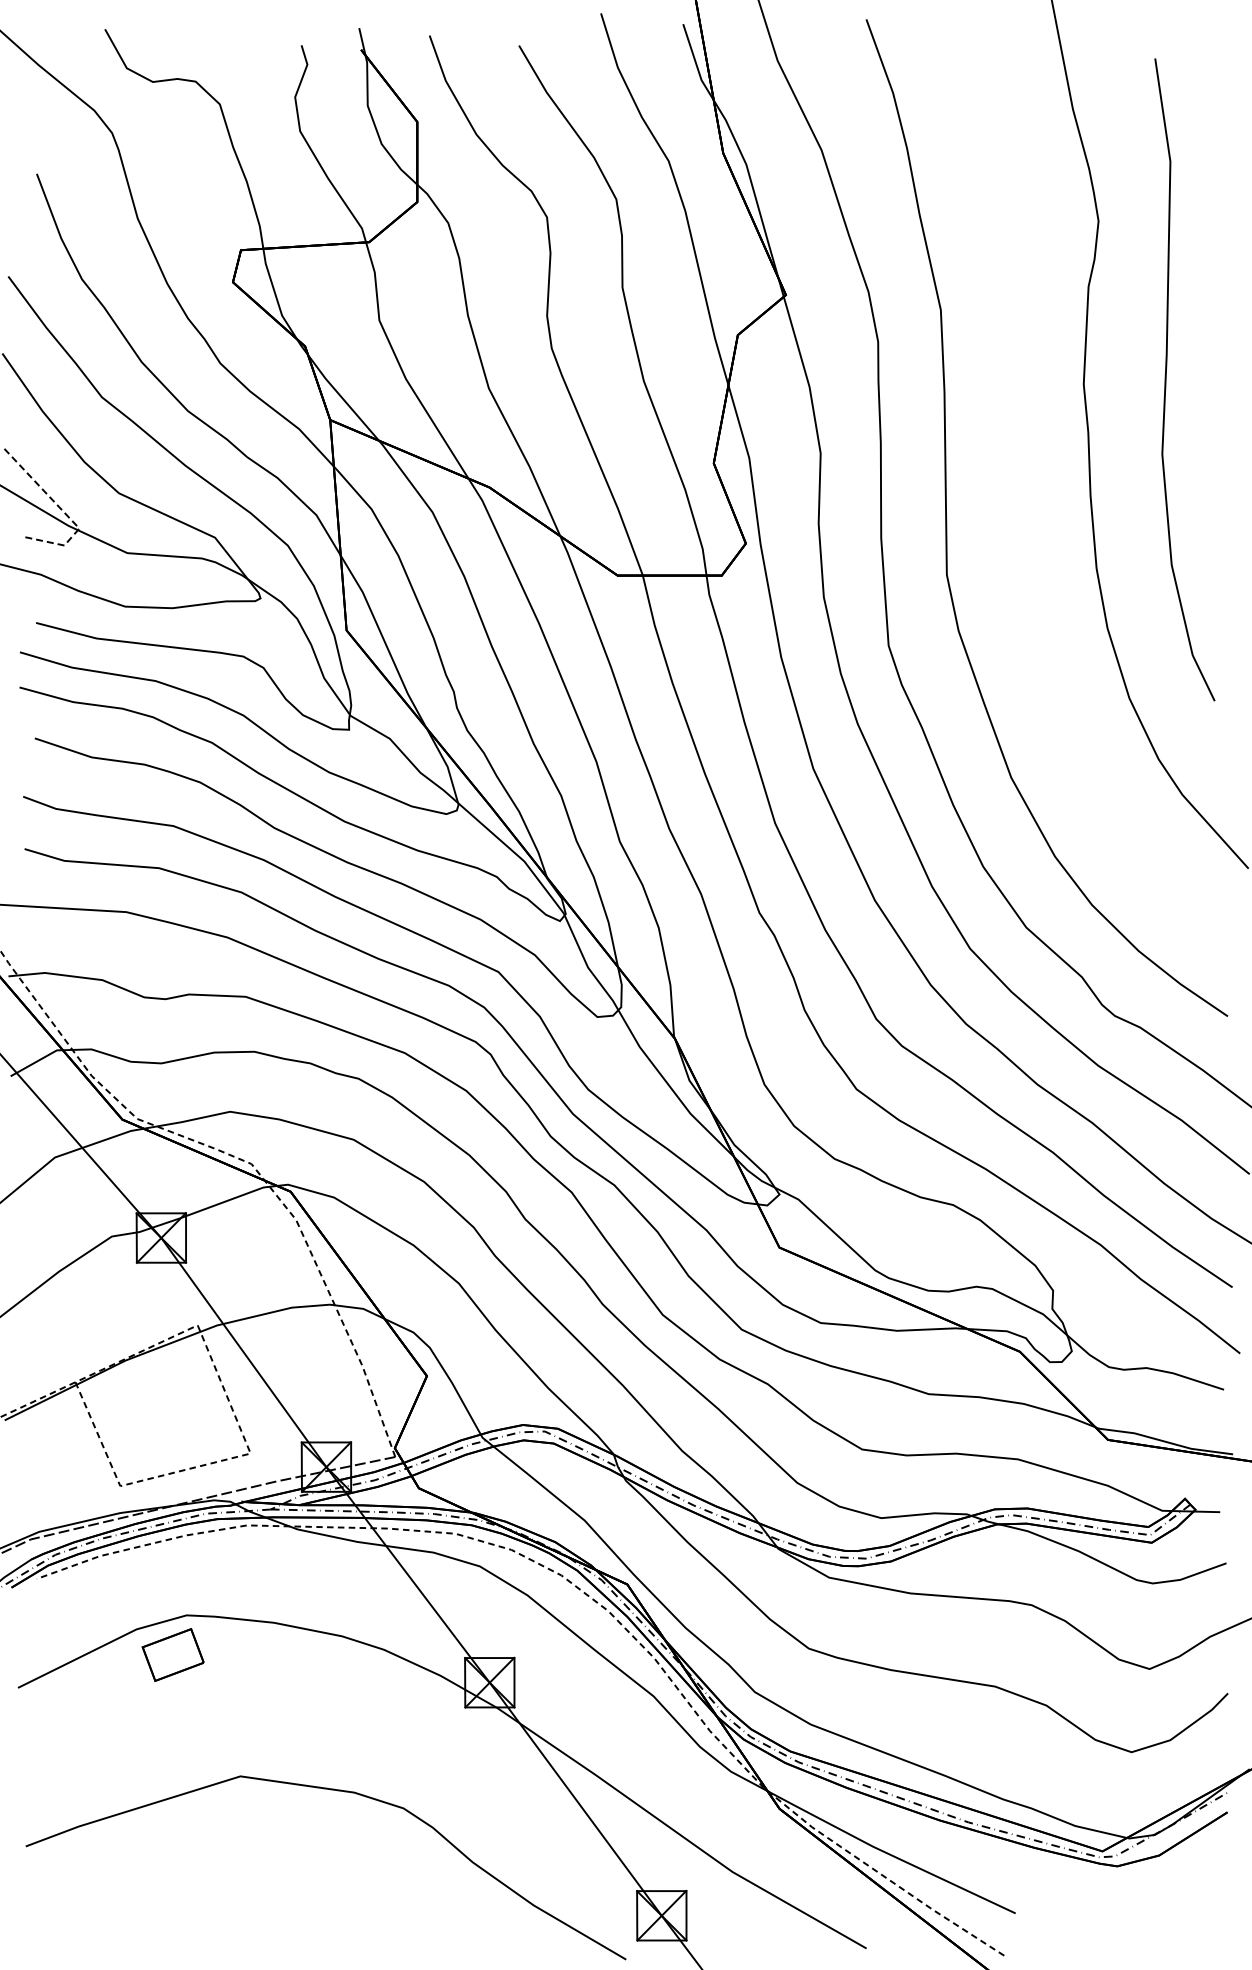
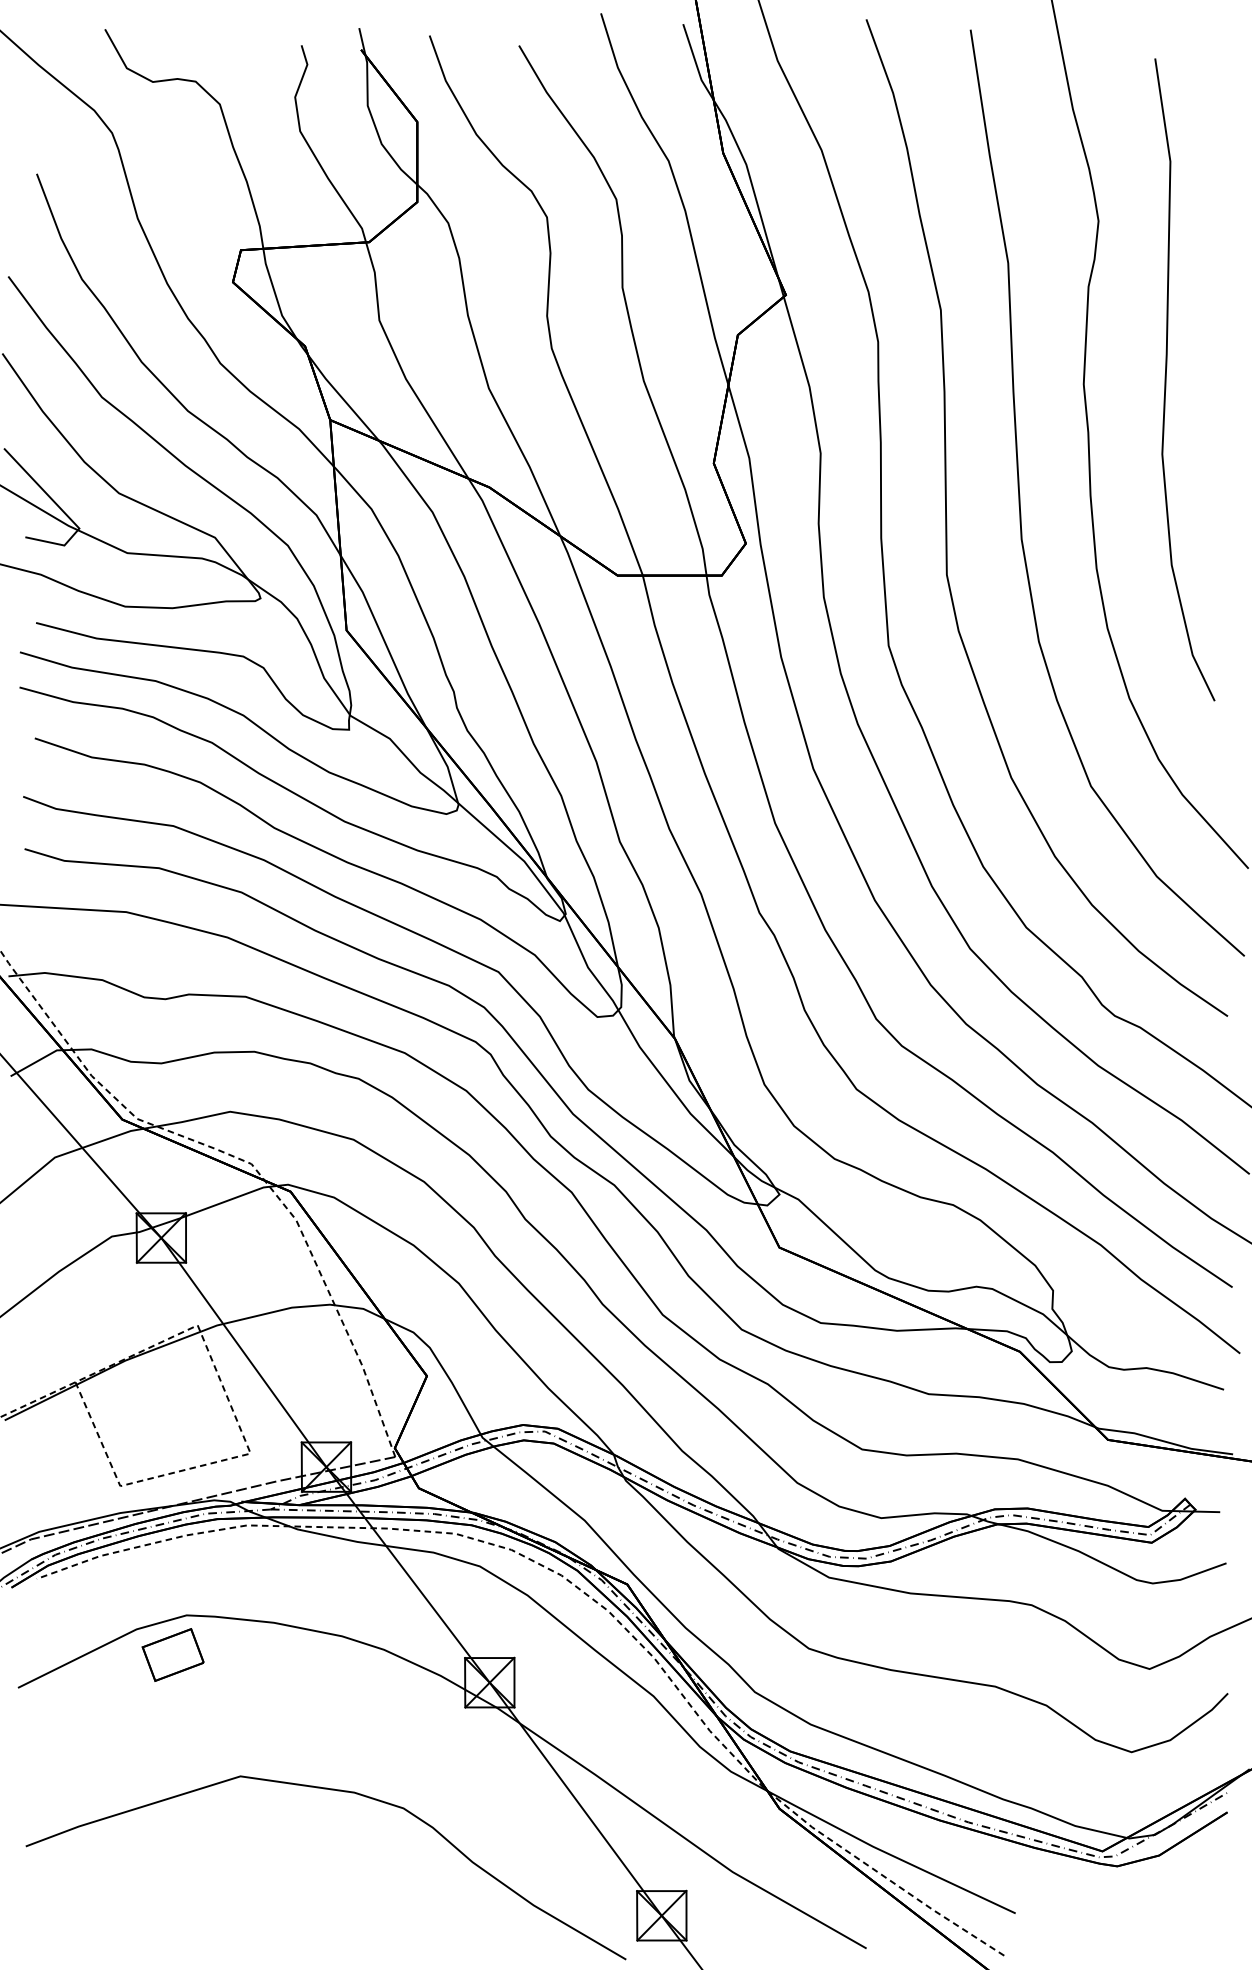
curve at (1020, 494): none -> present
line at (63, 511): dashed -> solid
